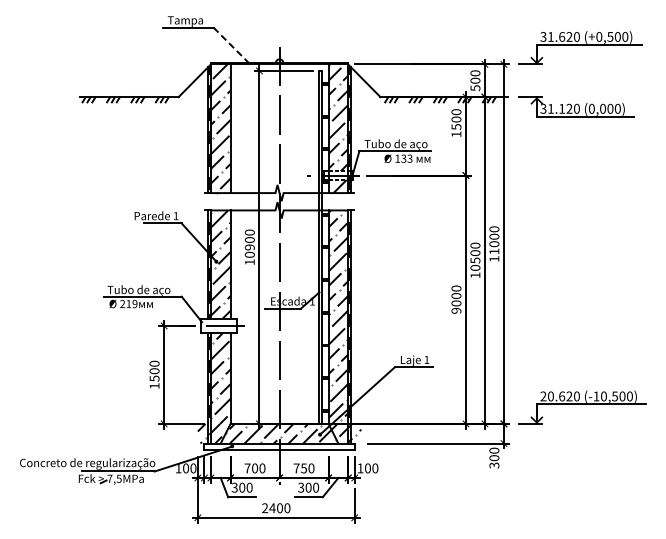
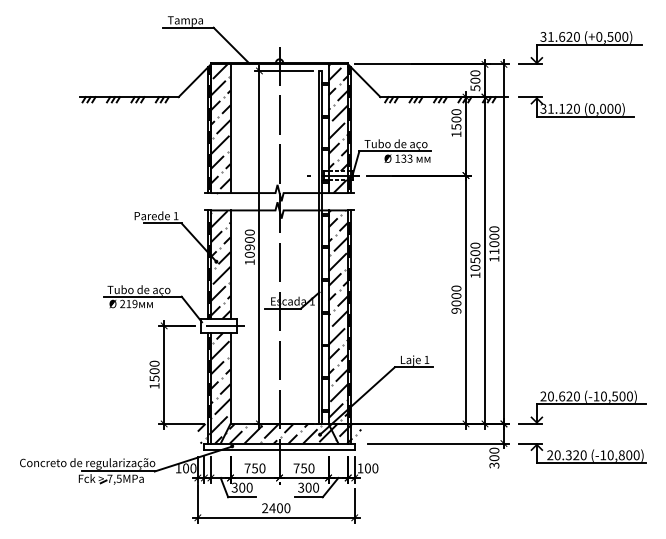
line at (231, 45): dashed -> solid
part at (582, 453): none -> present
text at (255, 468): 700 -> 750
